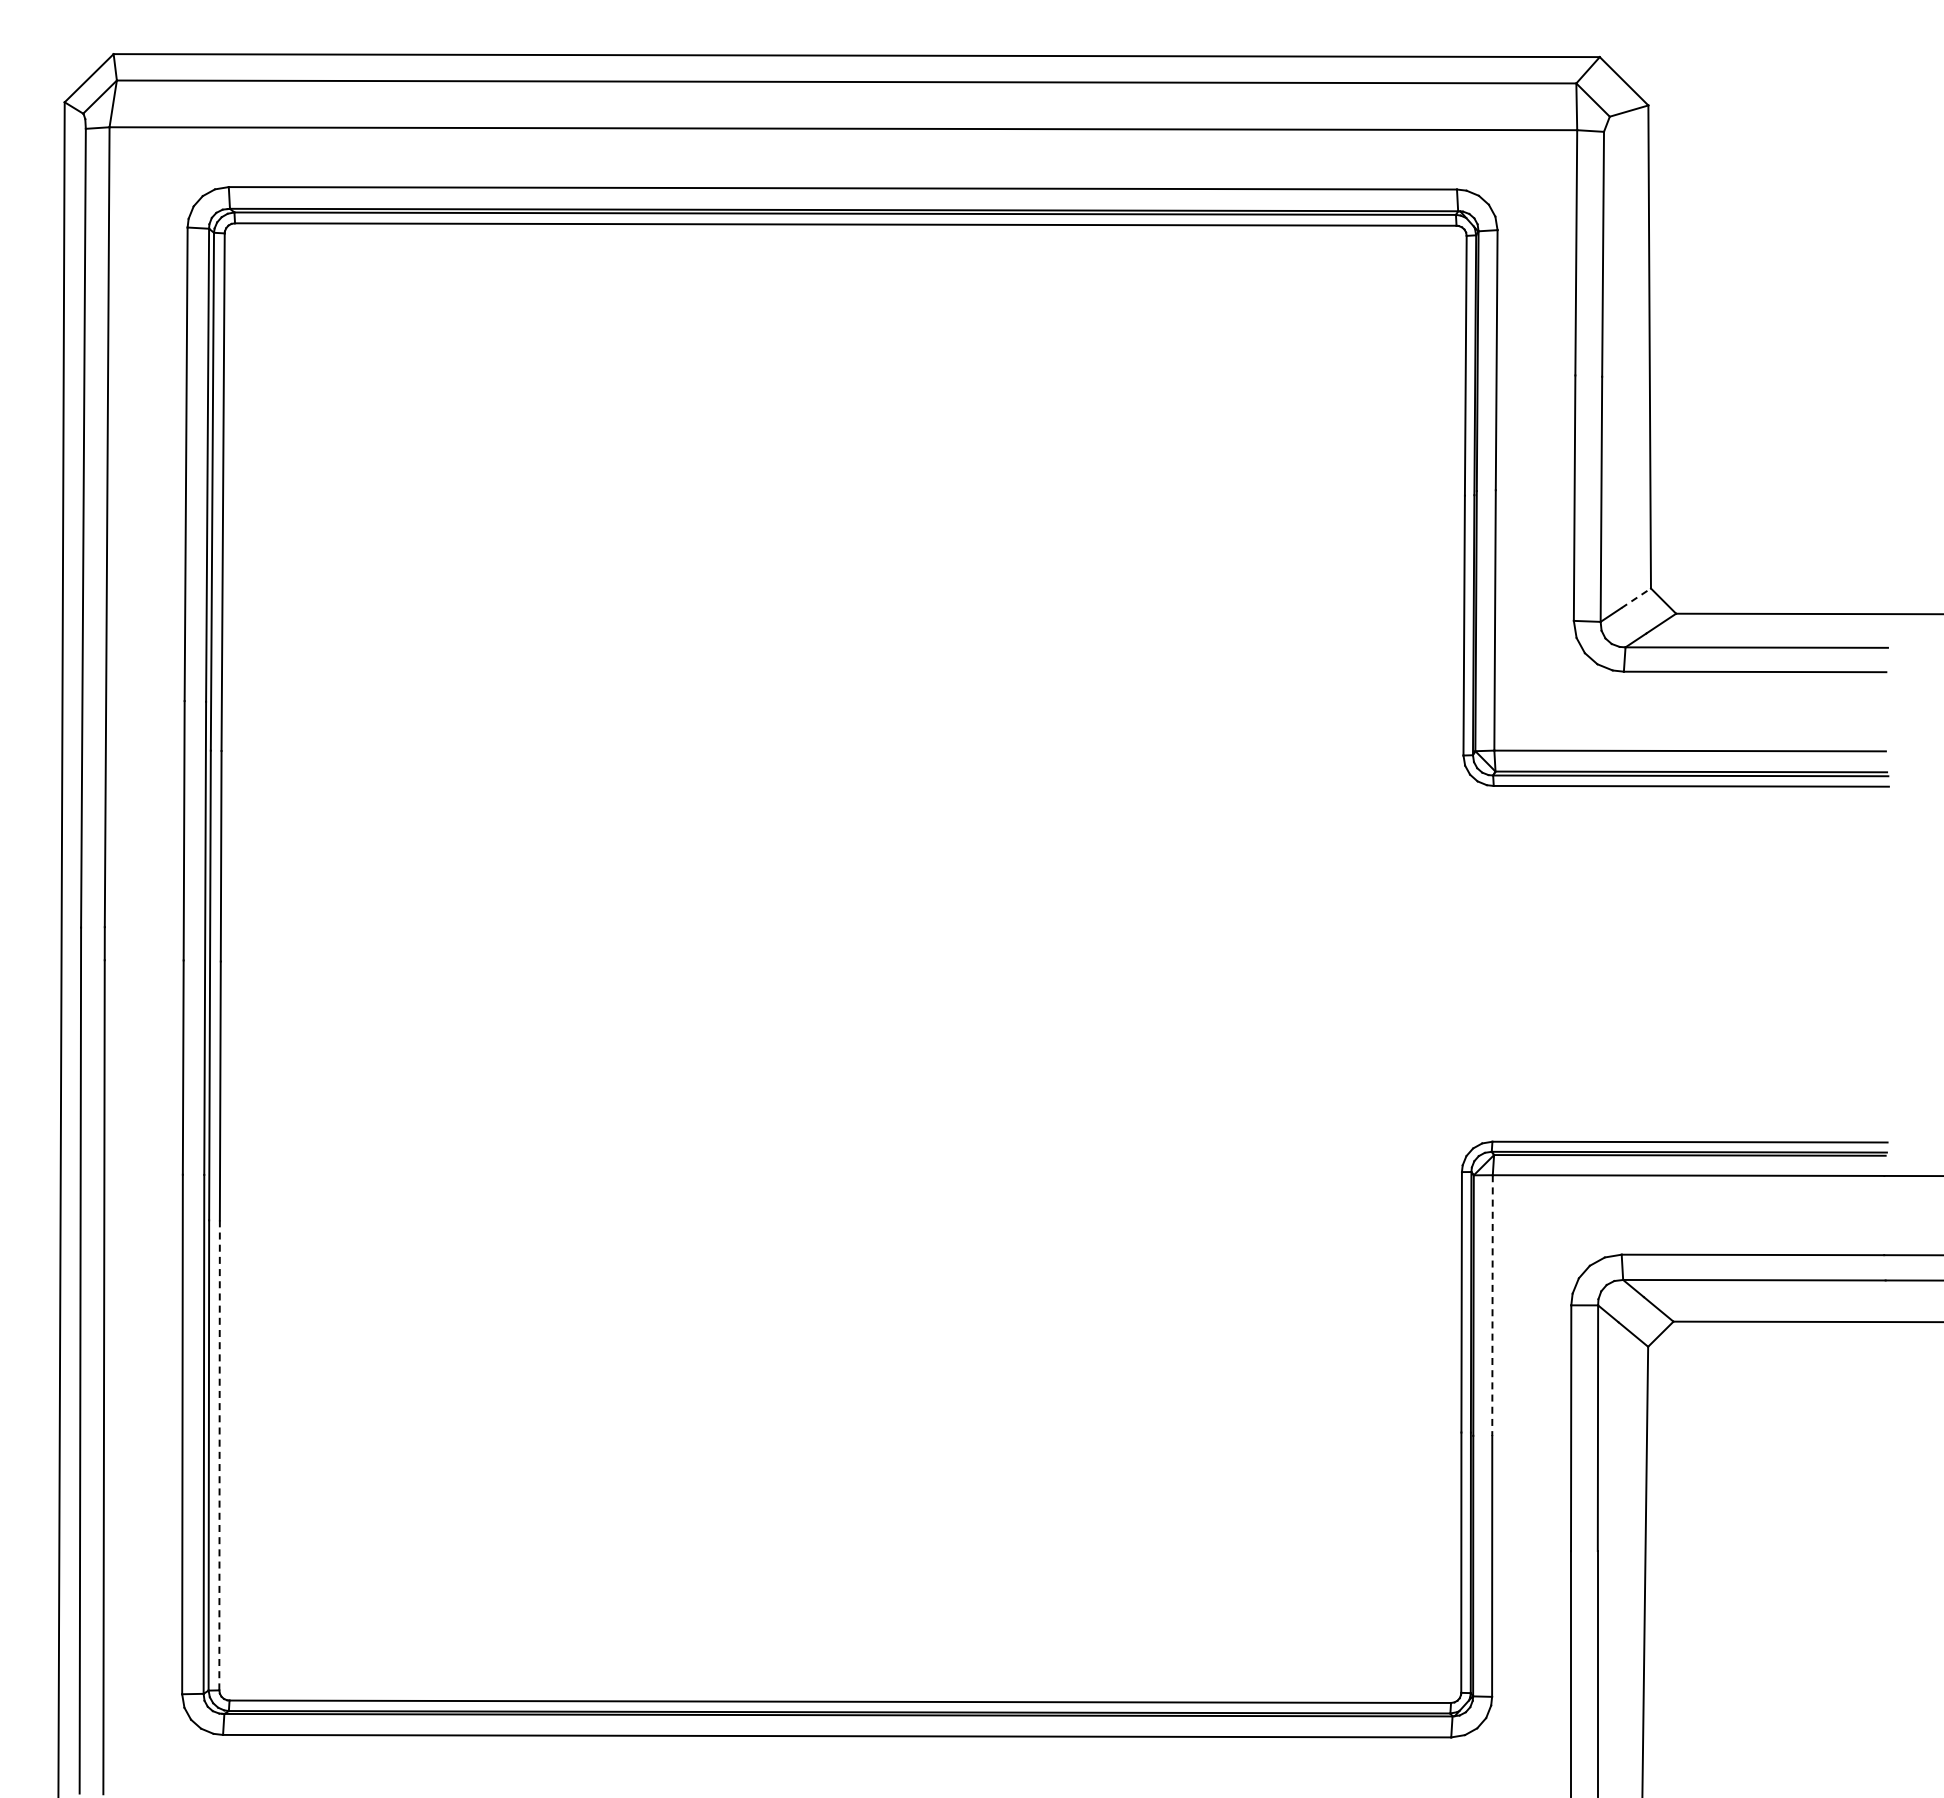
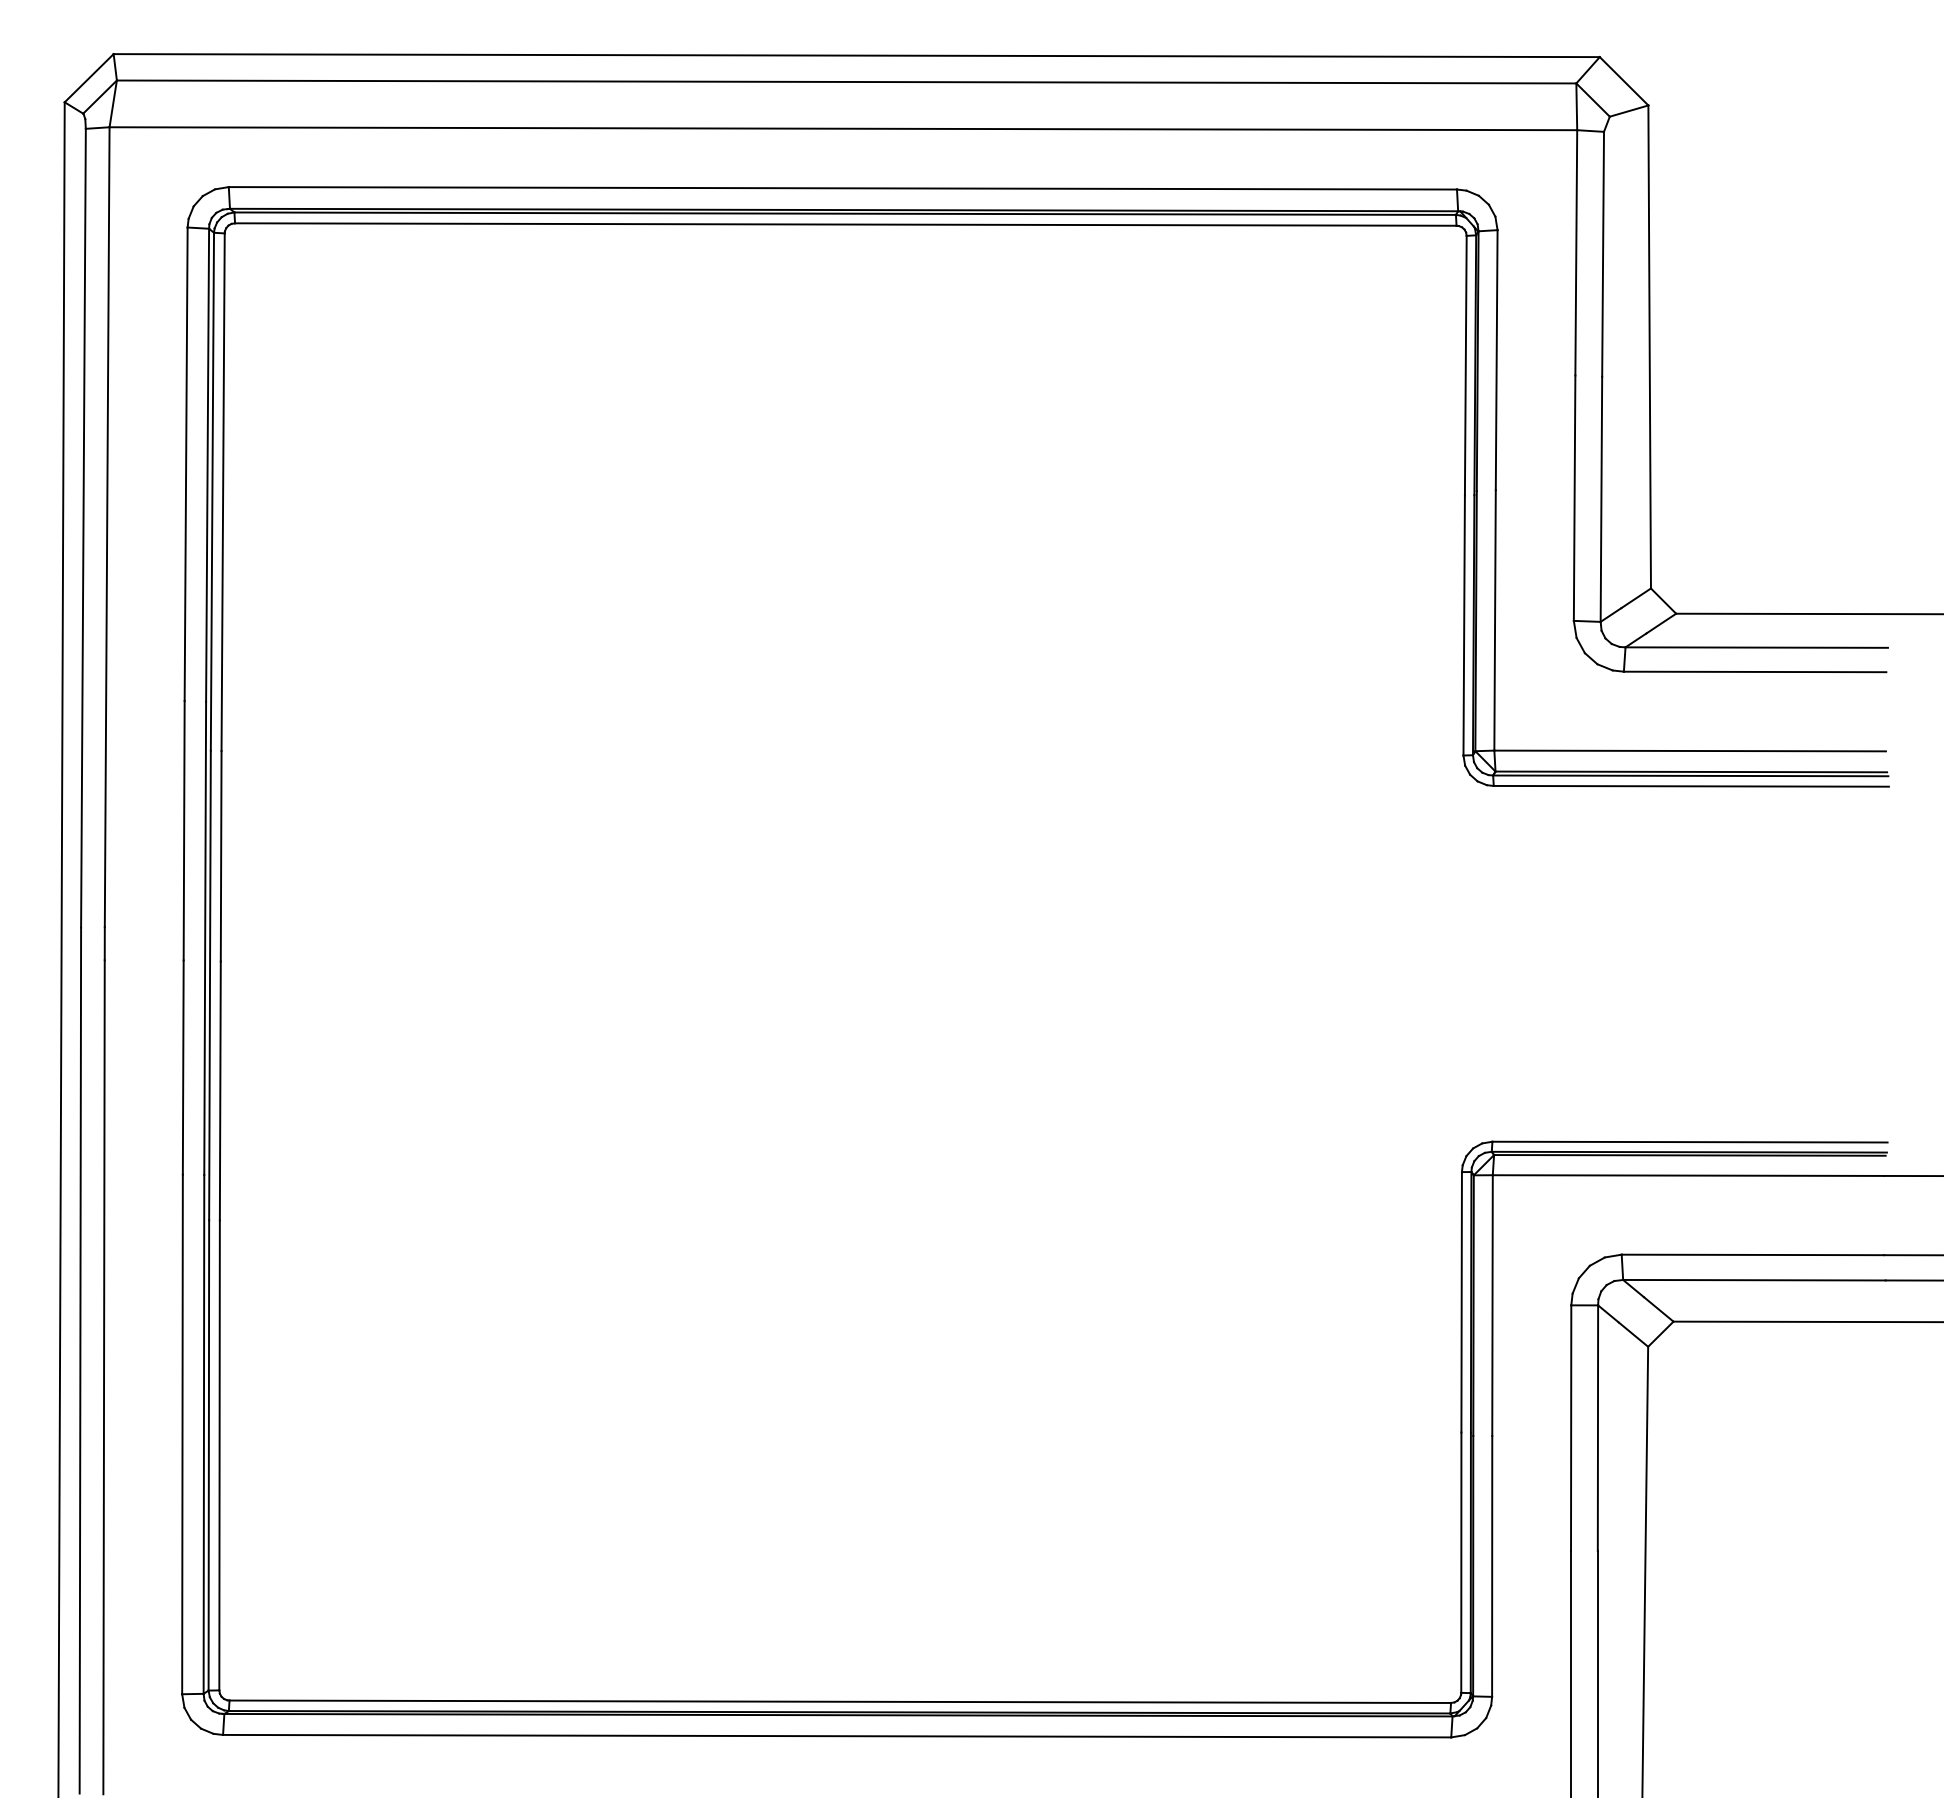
line at (1636, 598): dashed -> solid
line at (1492, 1306): dashed -> solid
line at (219, 1455): dashed -> solid
